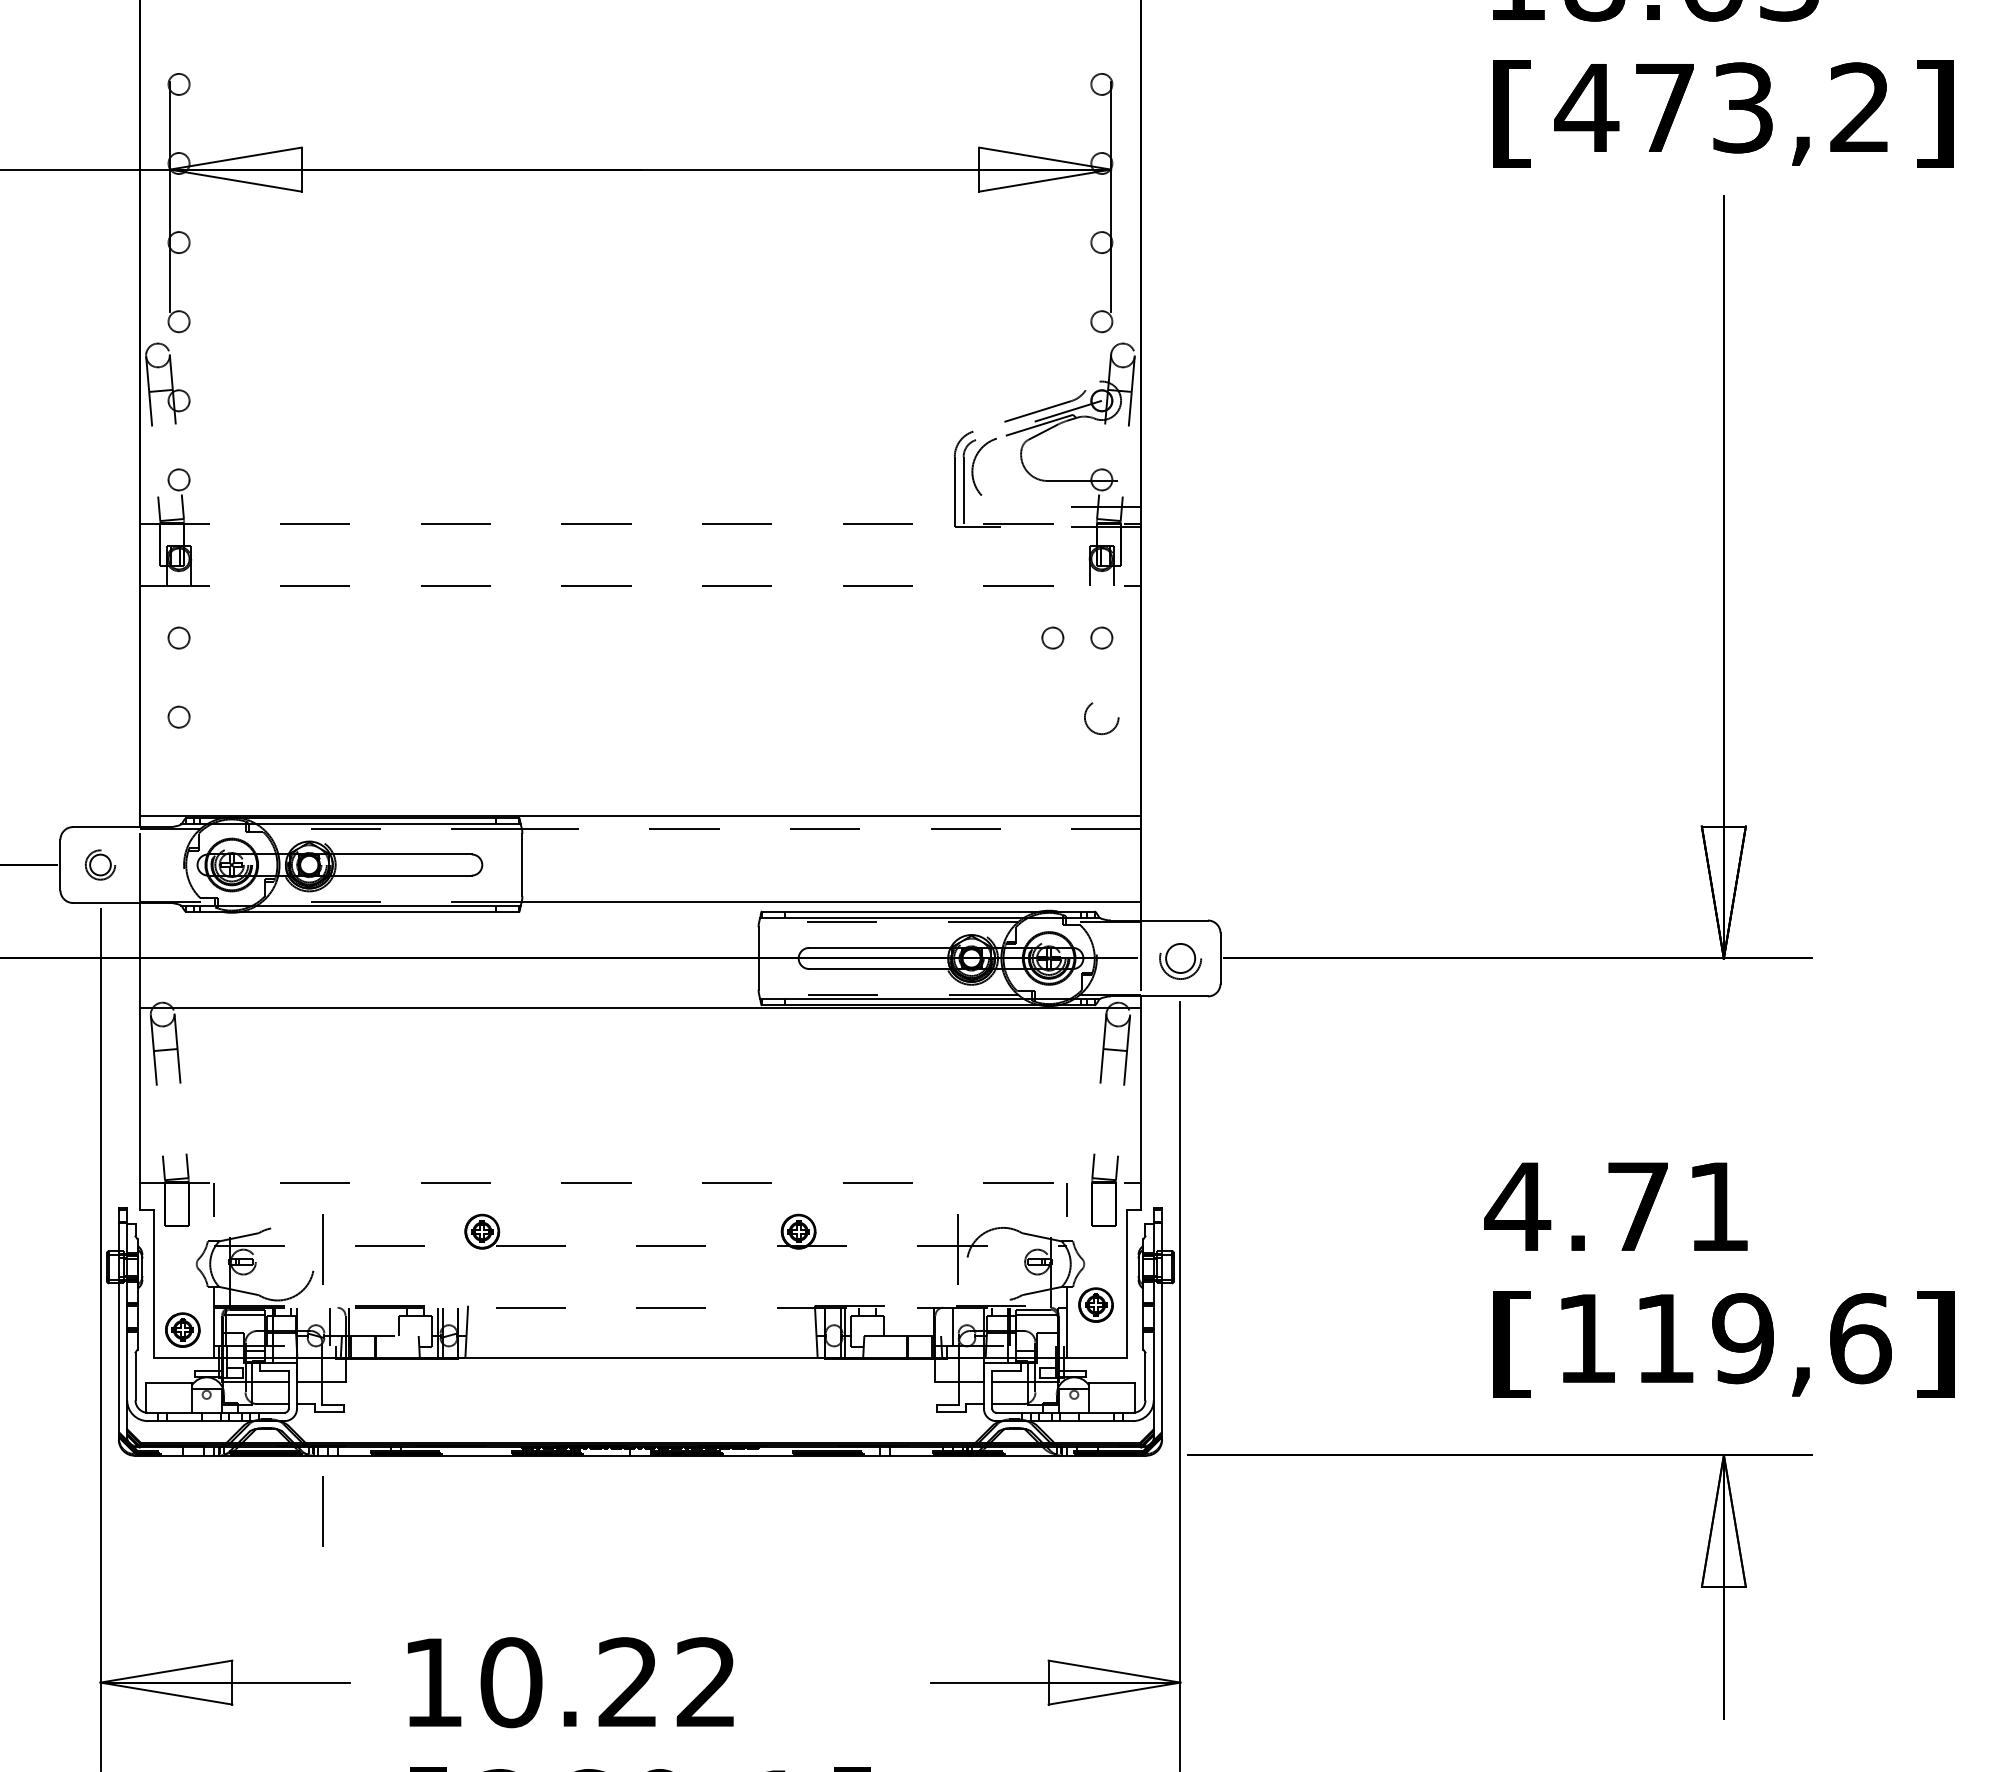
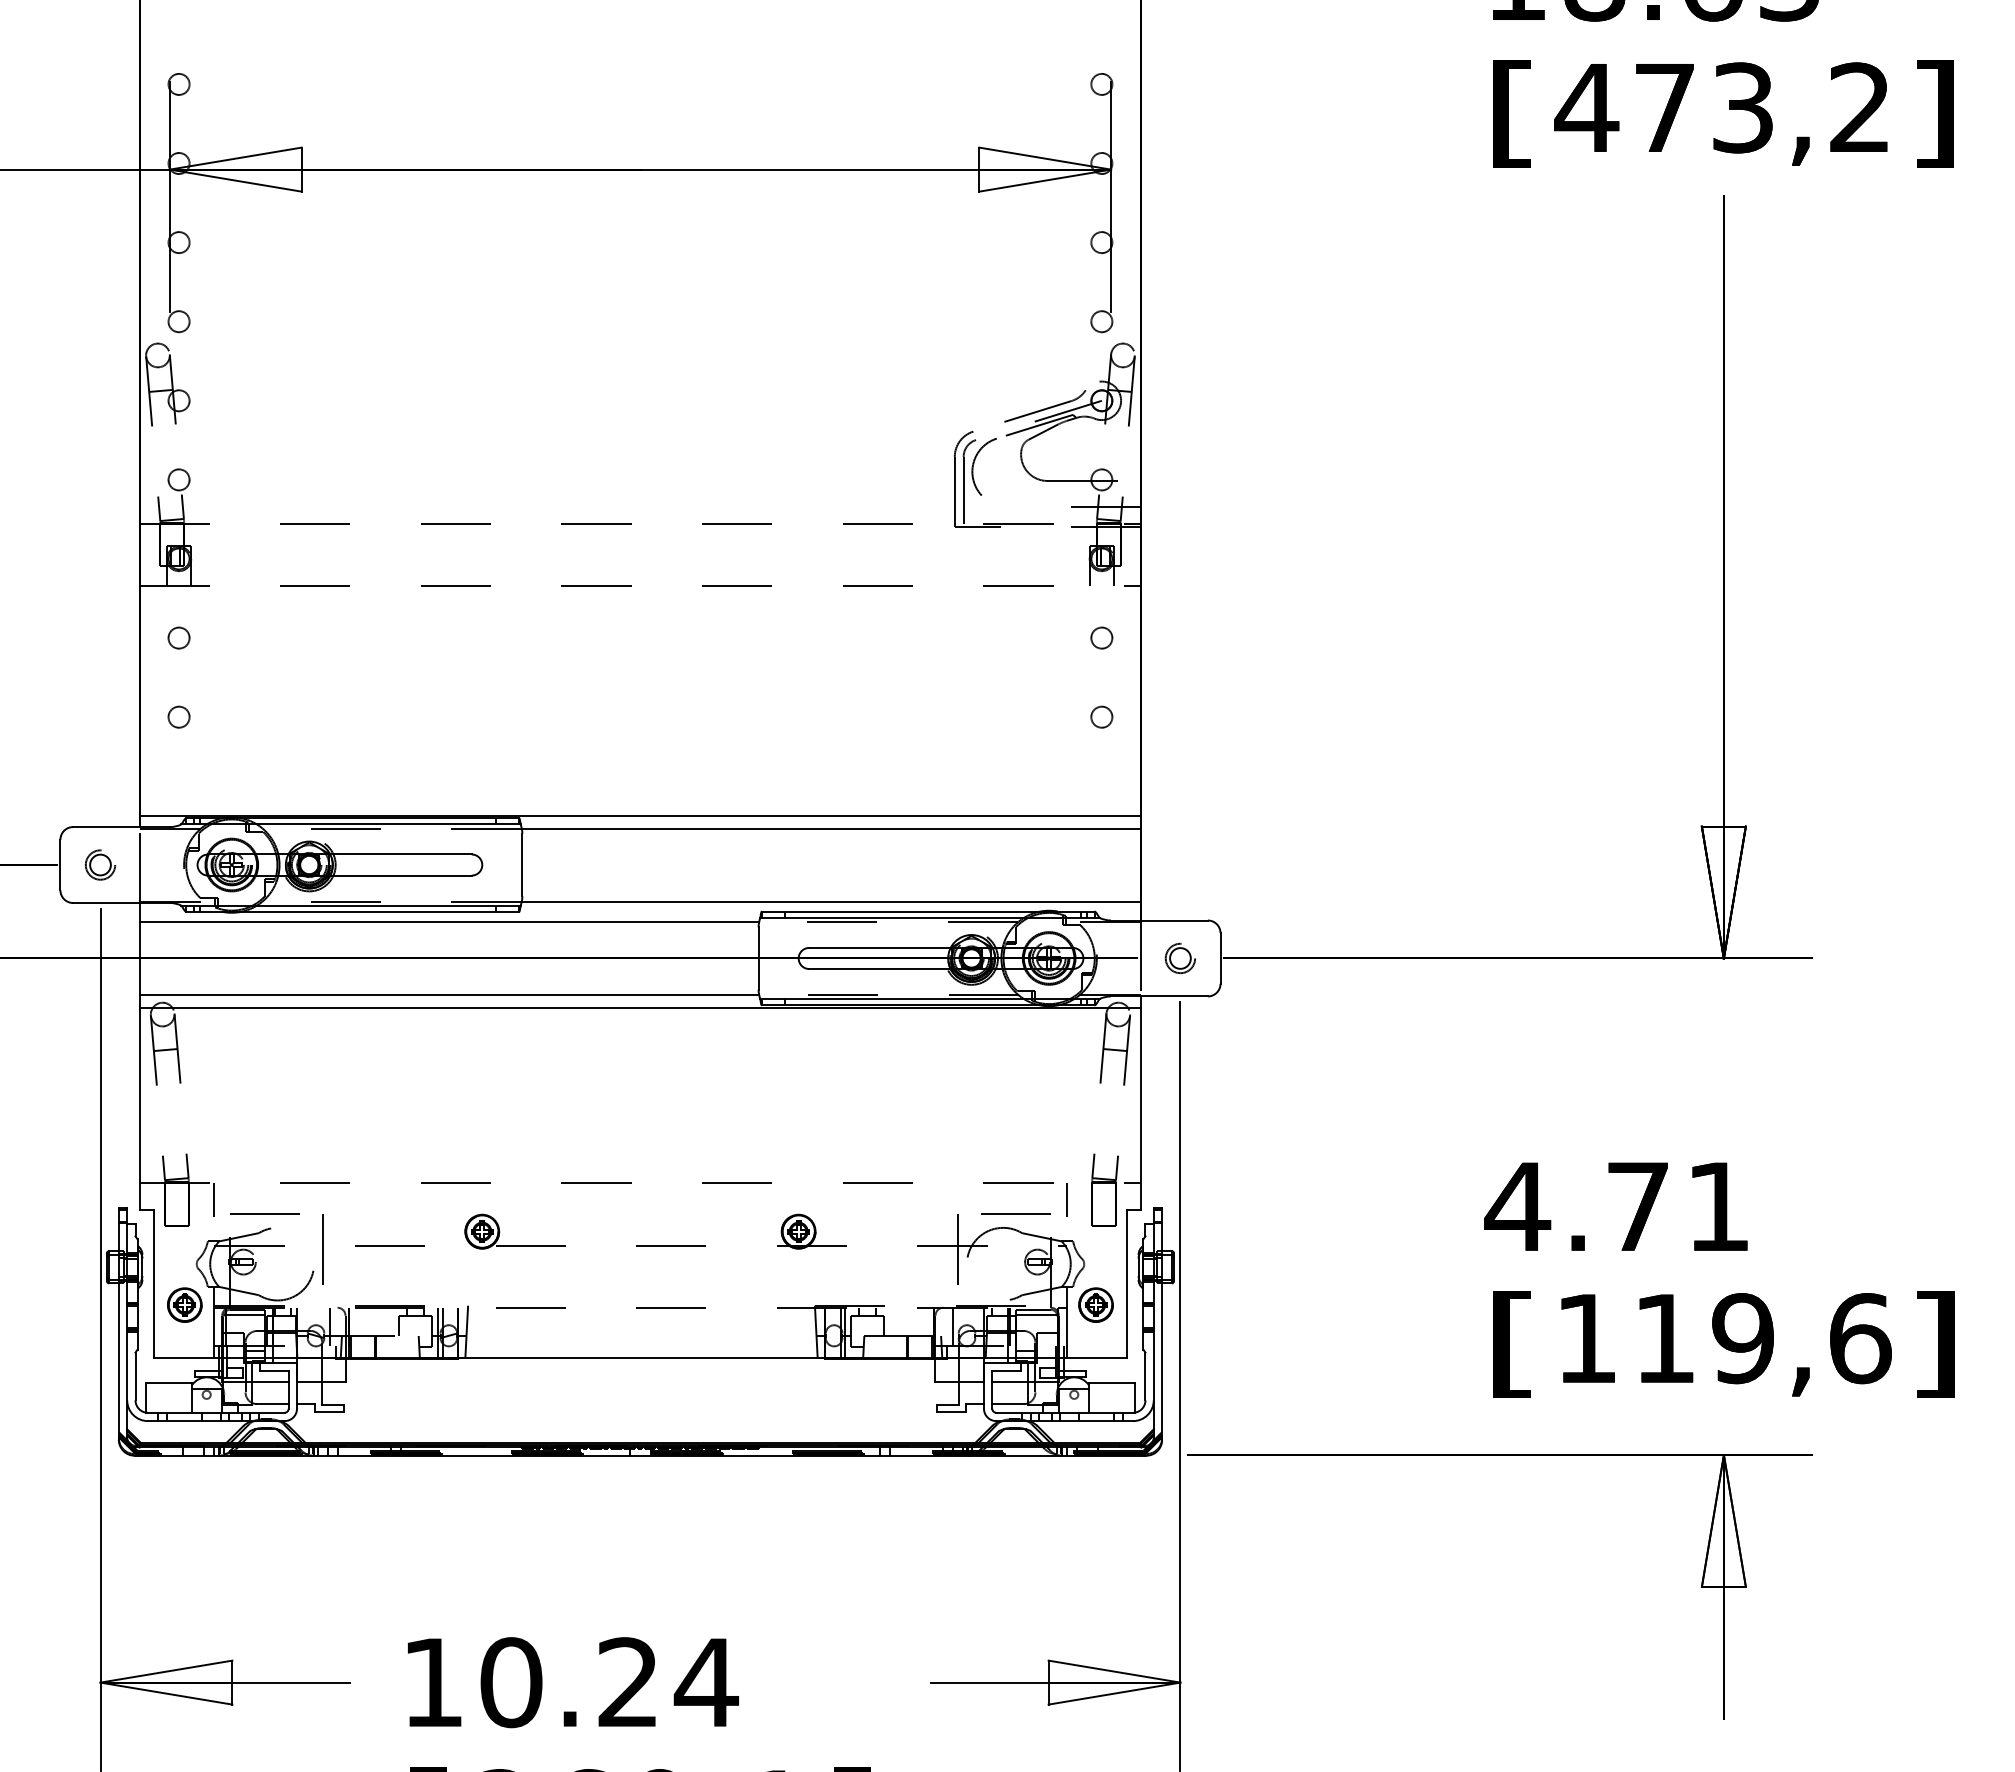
circle at (1052, 637): present -> none
circle at (1101, 718) size: 36x34 px -> 24x24 px
line at (831, 828): dashed -> solid
line at (449, 922): none -> present
part at (1180, 961) size: 44x37 px -> 32x33 px
line at (449, 995): none -> present
line at (264, 1213): none -> present
line at (1015, 1213): none -> present
part at (182, 1329) position: (182, 1329) -> (184, 1304)
line at (322, 1511): present -> none
text at (705, 1681): 10.22 -> 10.24
